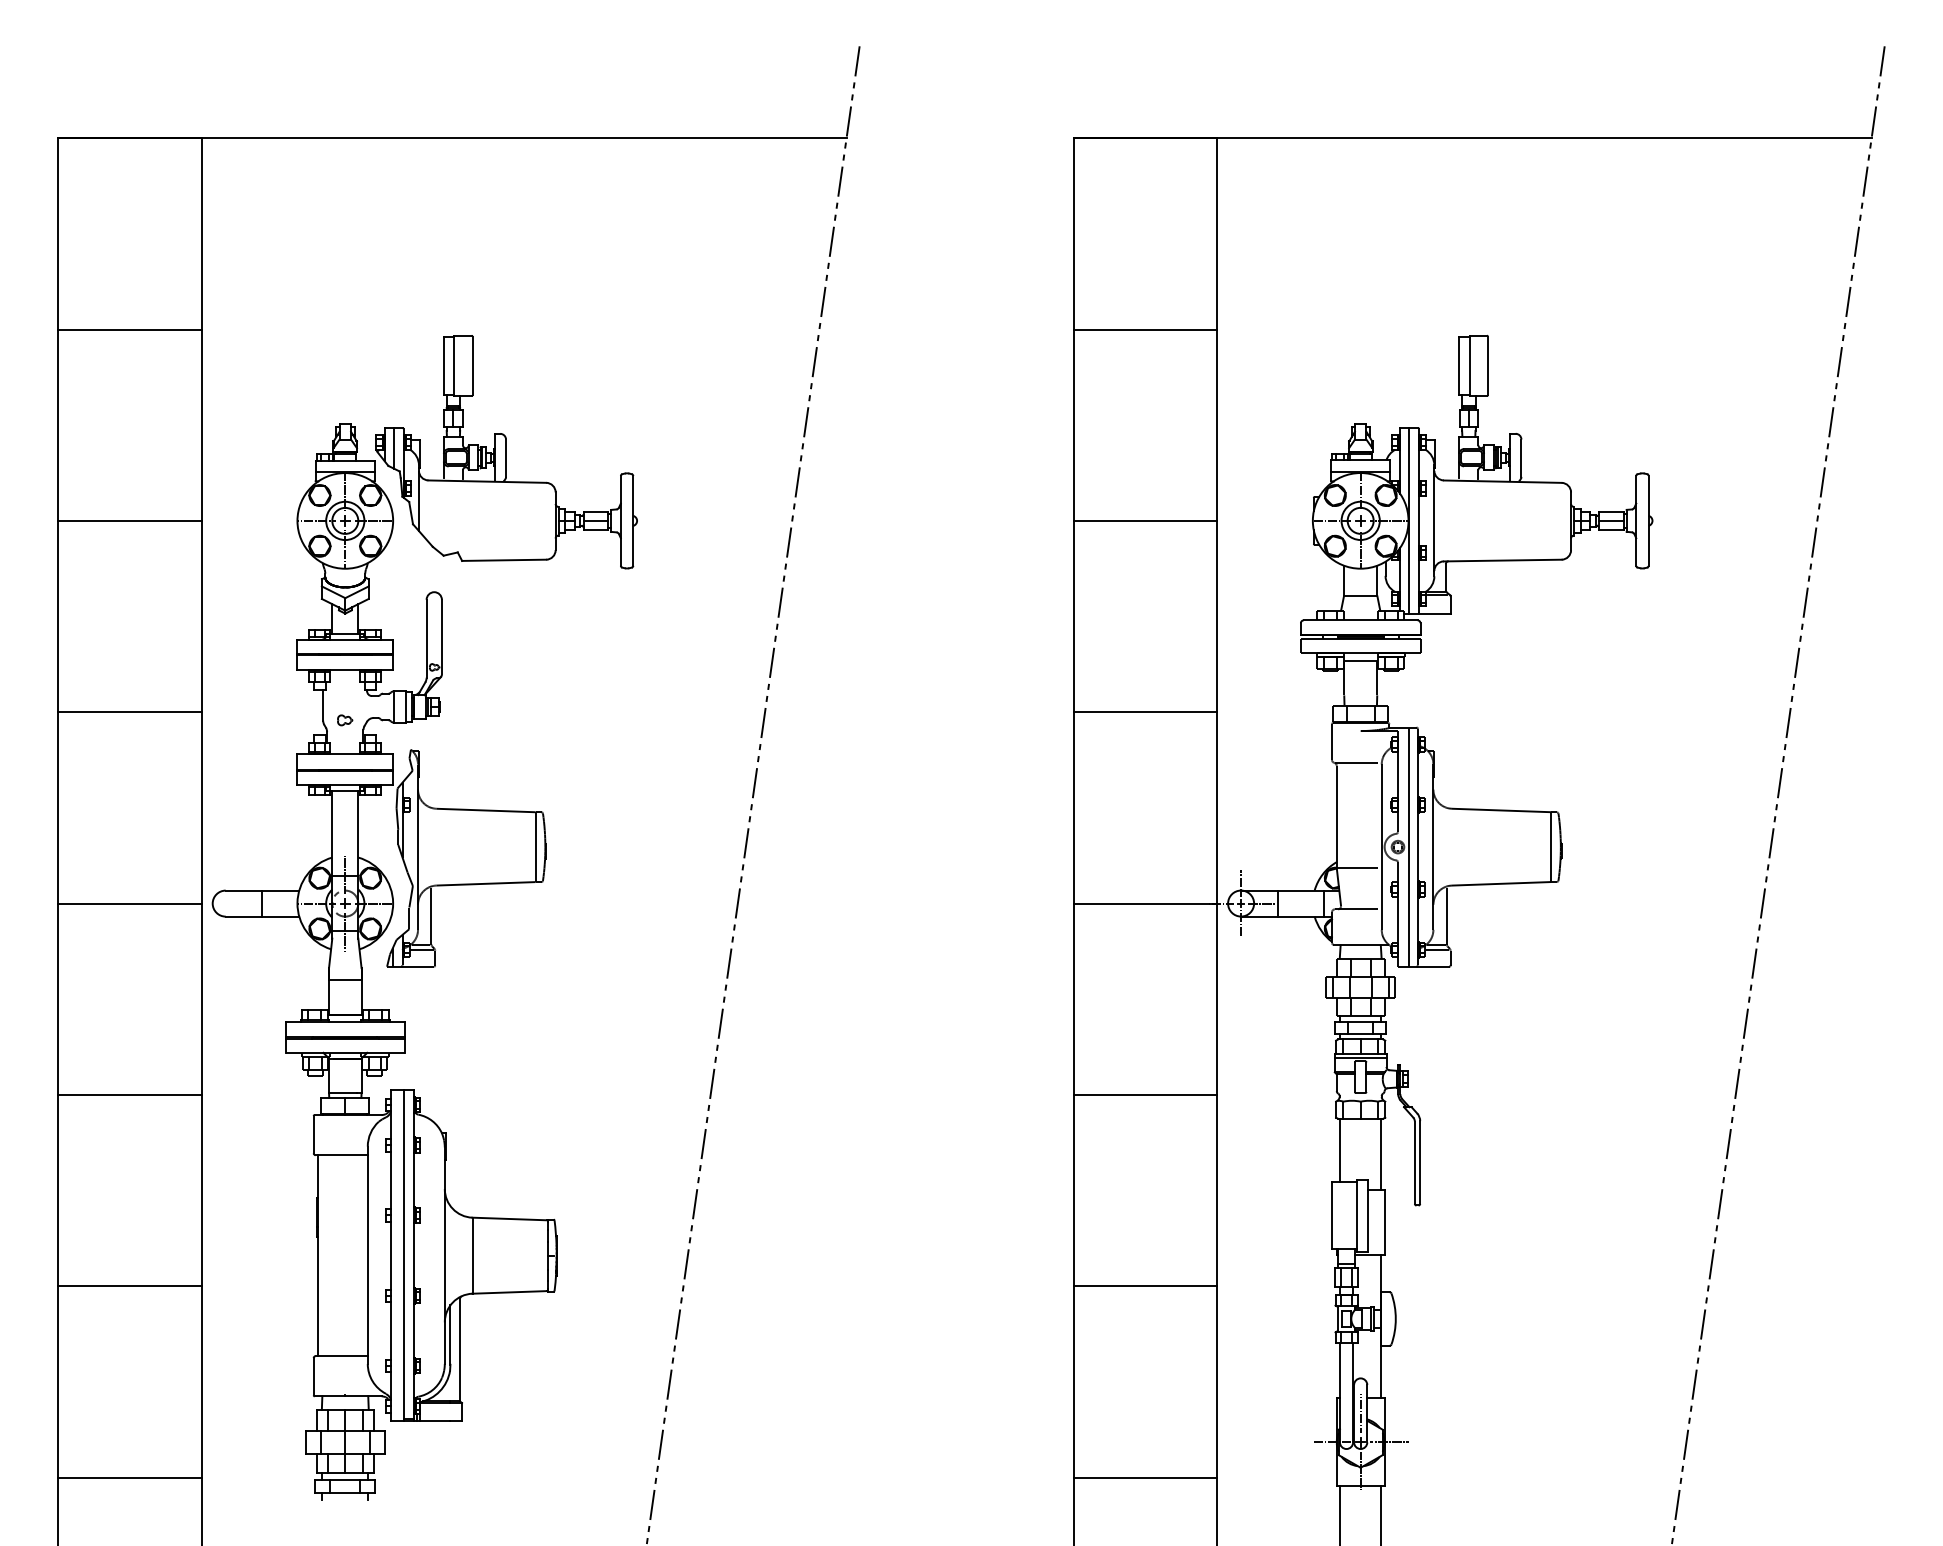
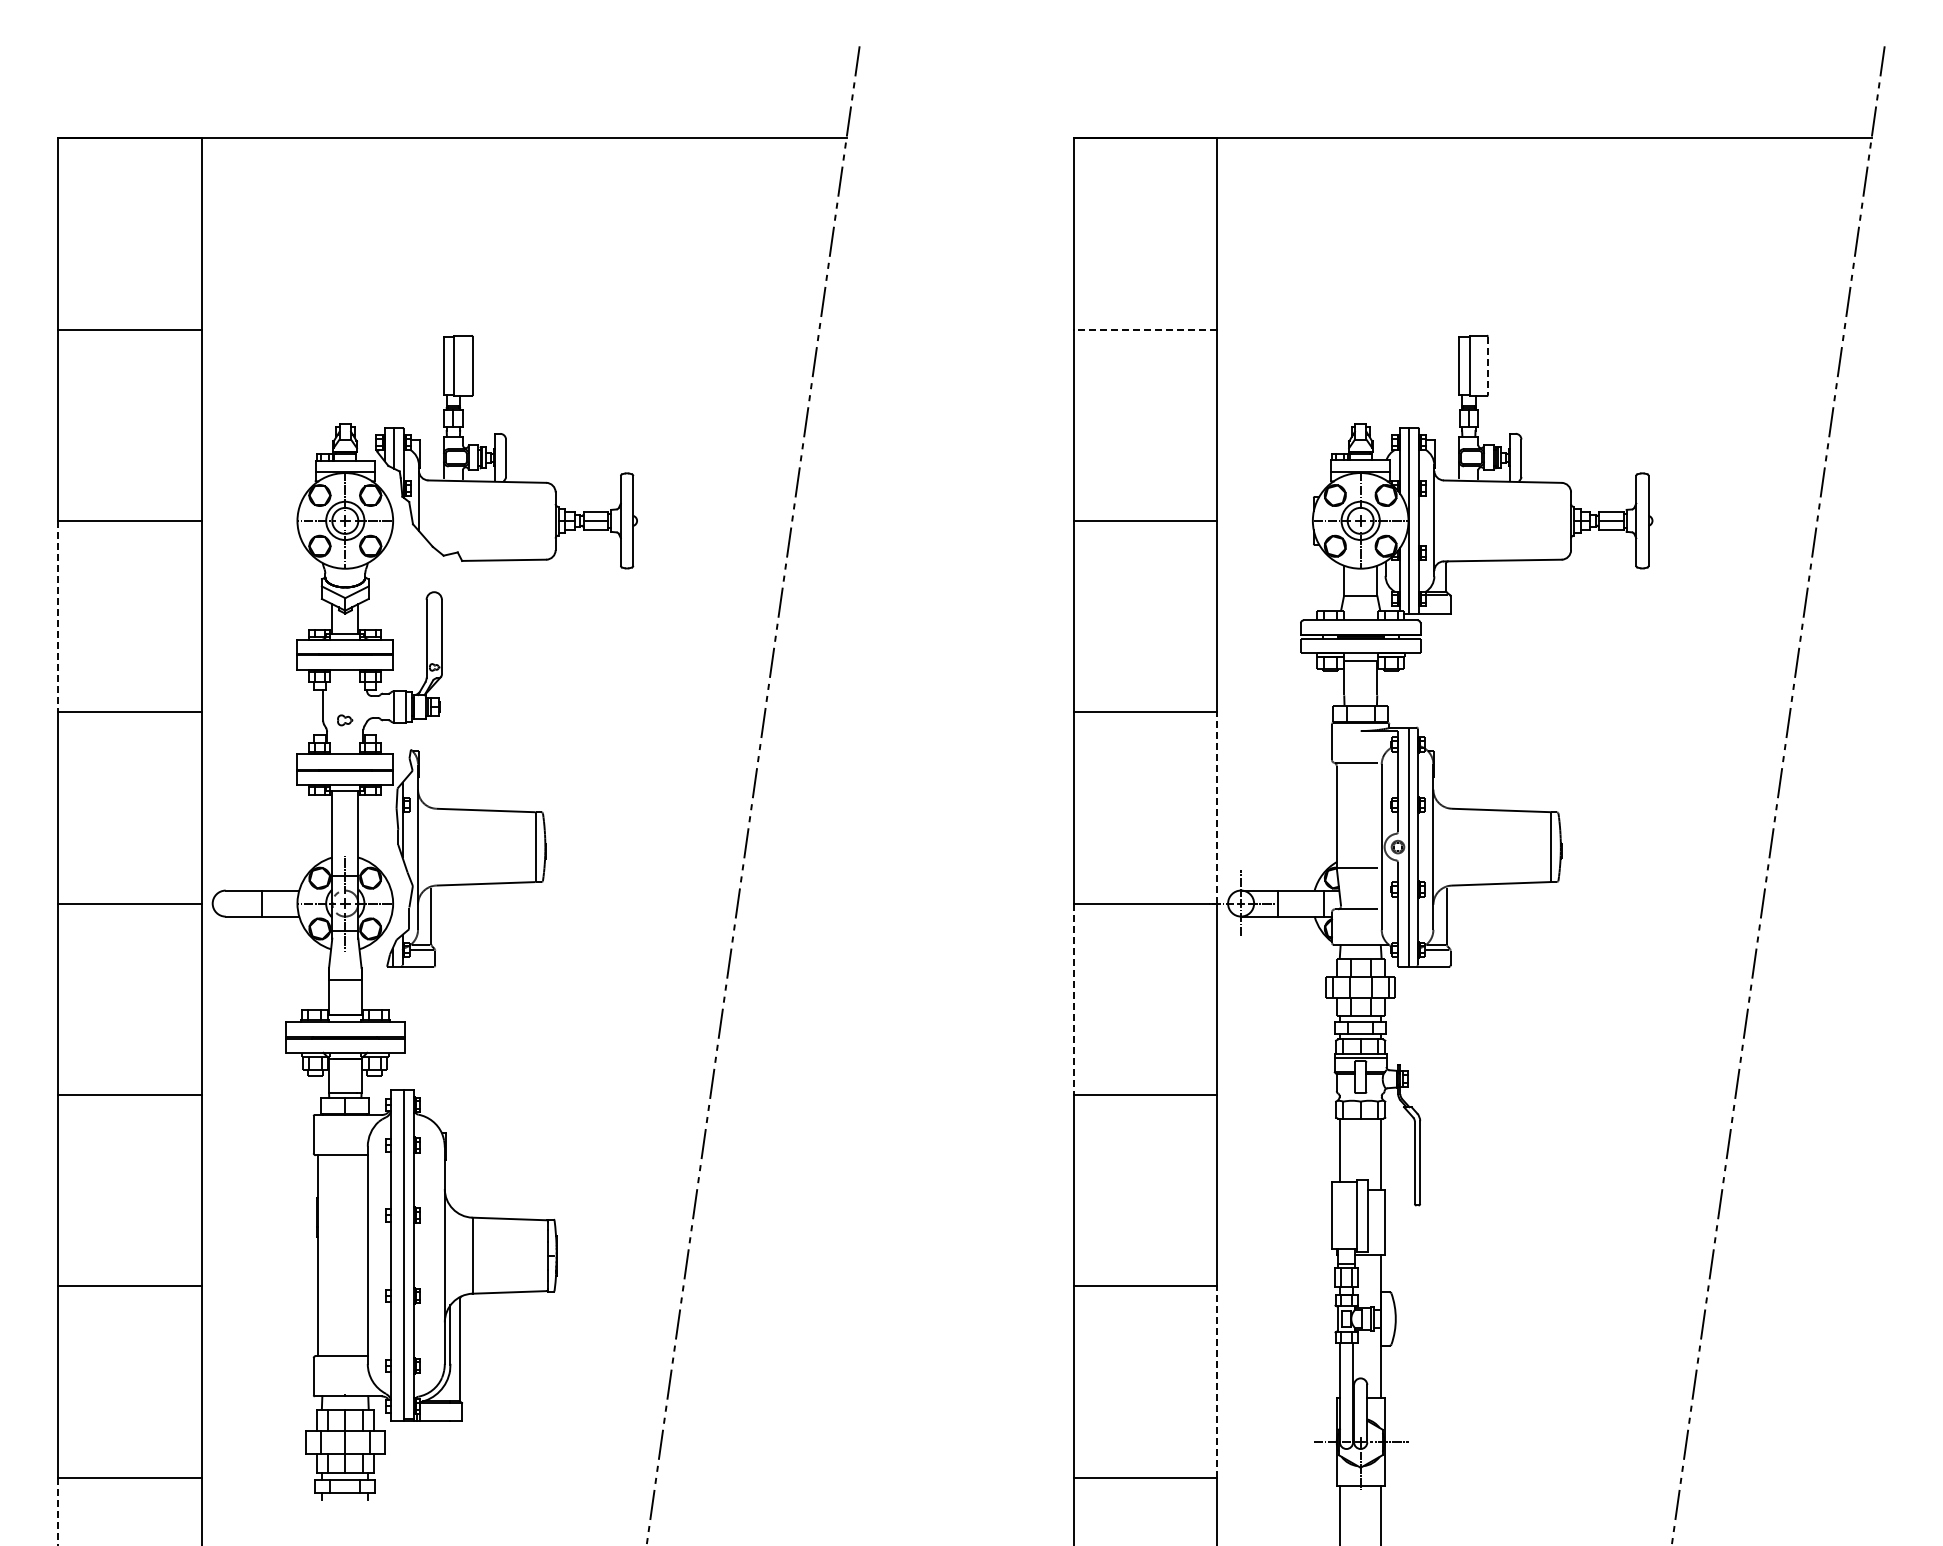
line at (1145, 329): solid -> dashed
line at (1487, 366): solid -> dashed
line at (58, 616): solid -> dashed
line at (1217, 807): solid -> dashed
line at (1073, 999): solid -> dashed
line at (1217, 1381): solid -> dashed
line at (1360, 1413): present -> none
line at (58, 1511): solid -> dashed
